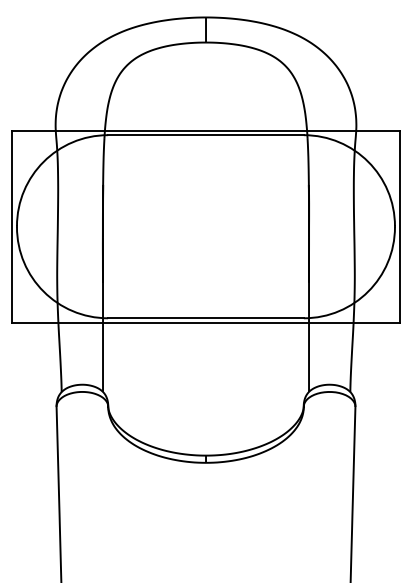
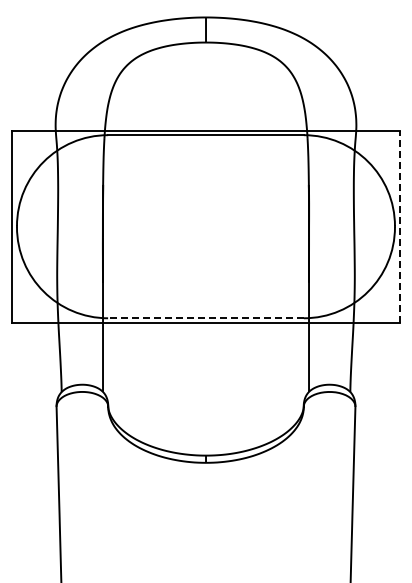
line at (399, 226): solid -> dashed
line at (205, 318): solid -> dashed
